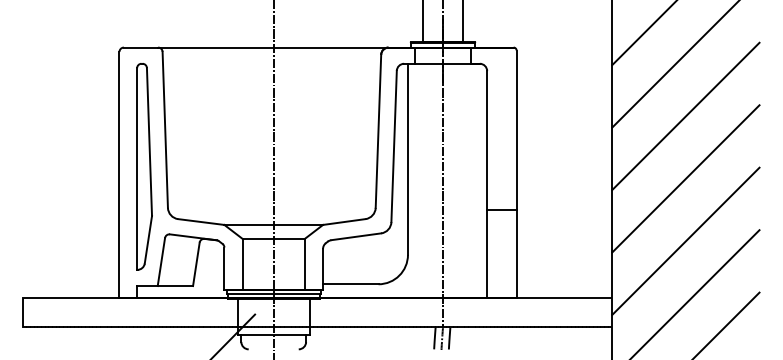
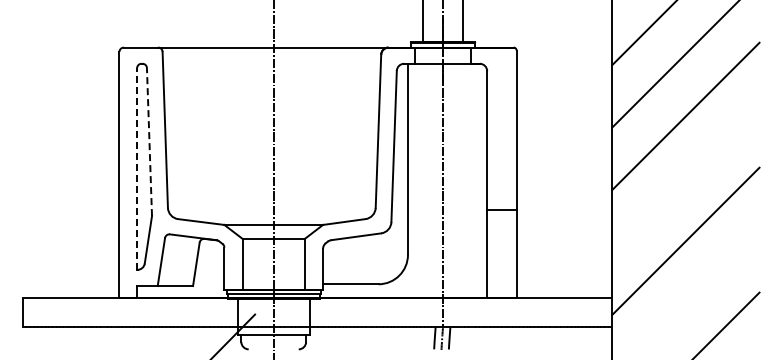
line at (149, 141): solid -> dashed
line at (137, 169): solid -> dashed
line at (685, 178): present -> none
line at (695, 293): present -> none
